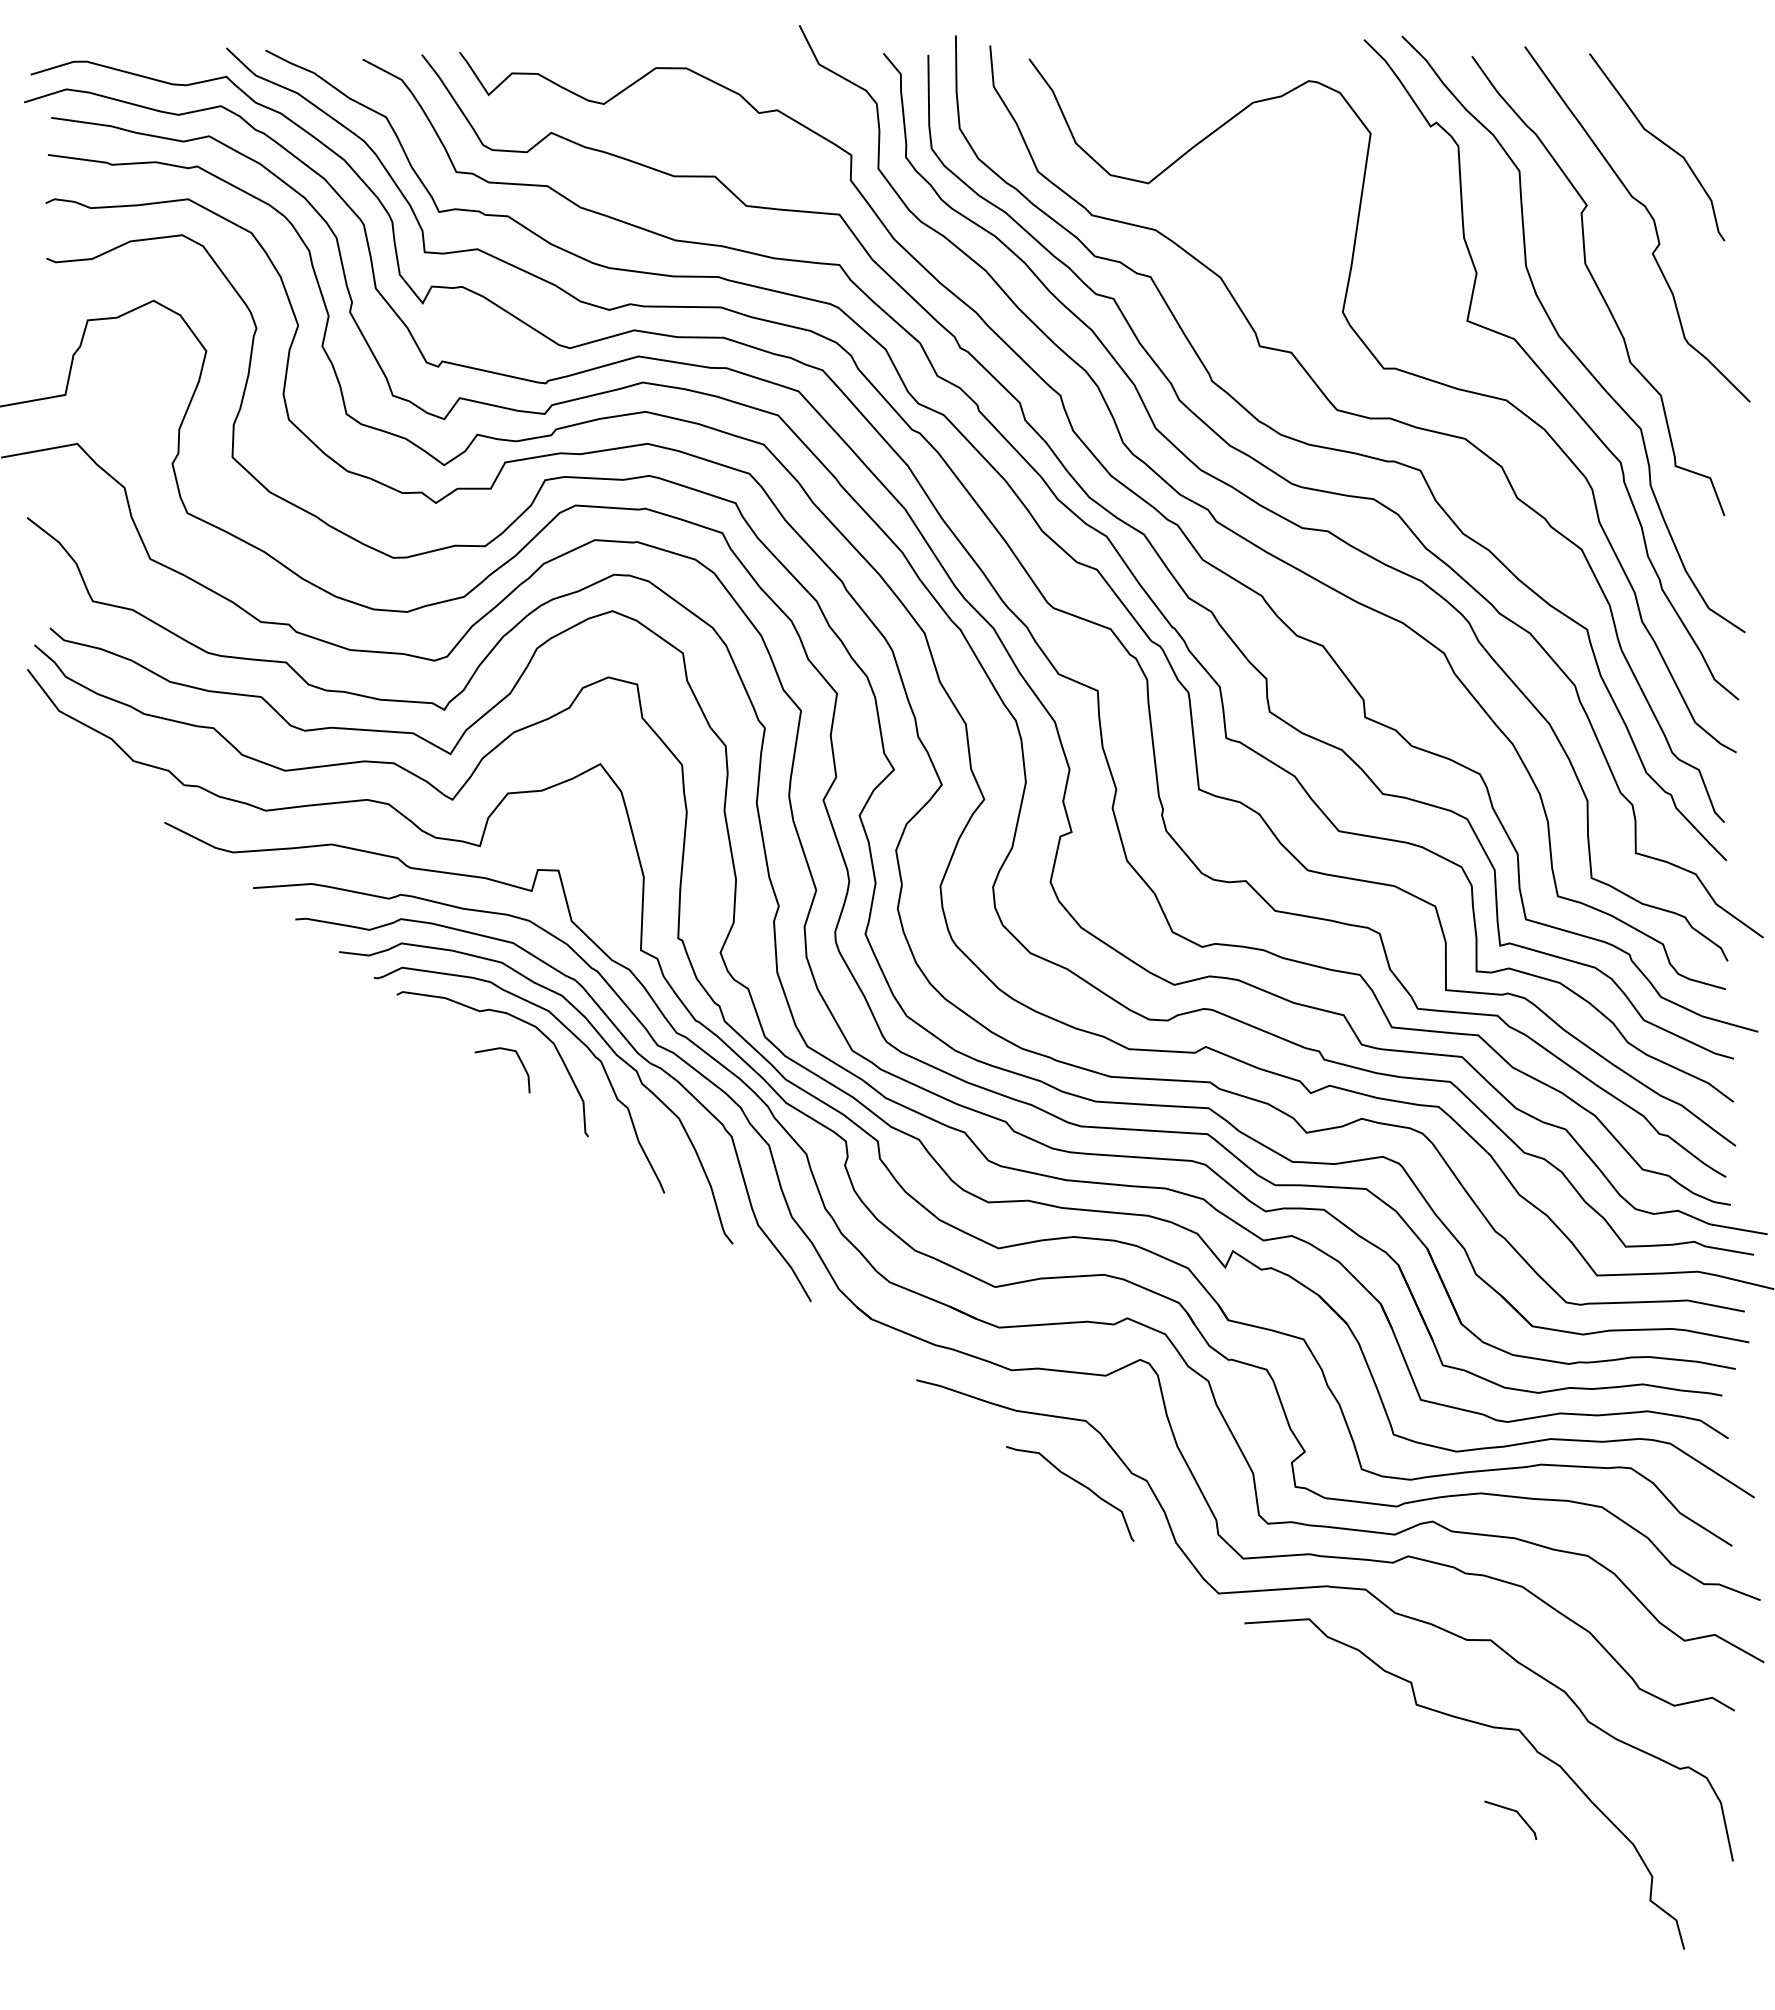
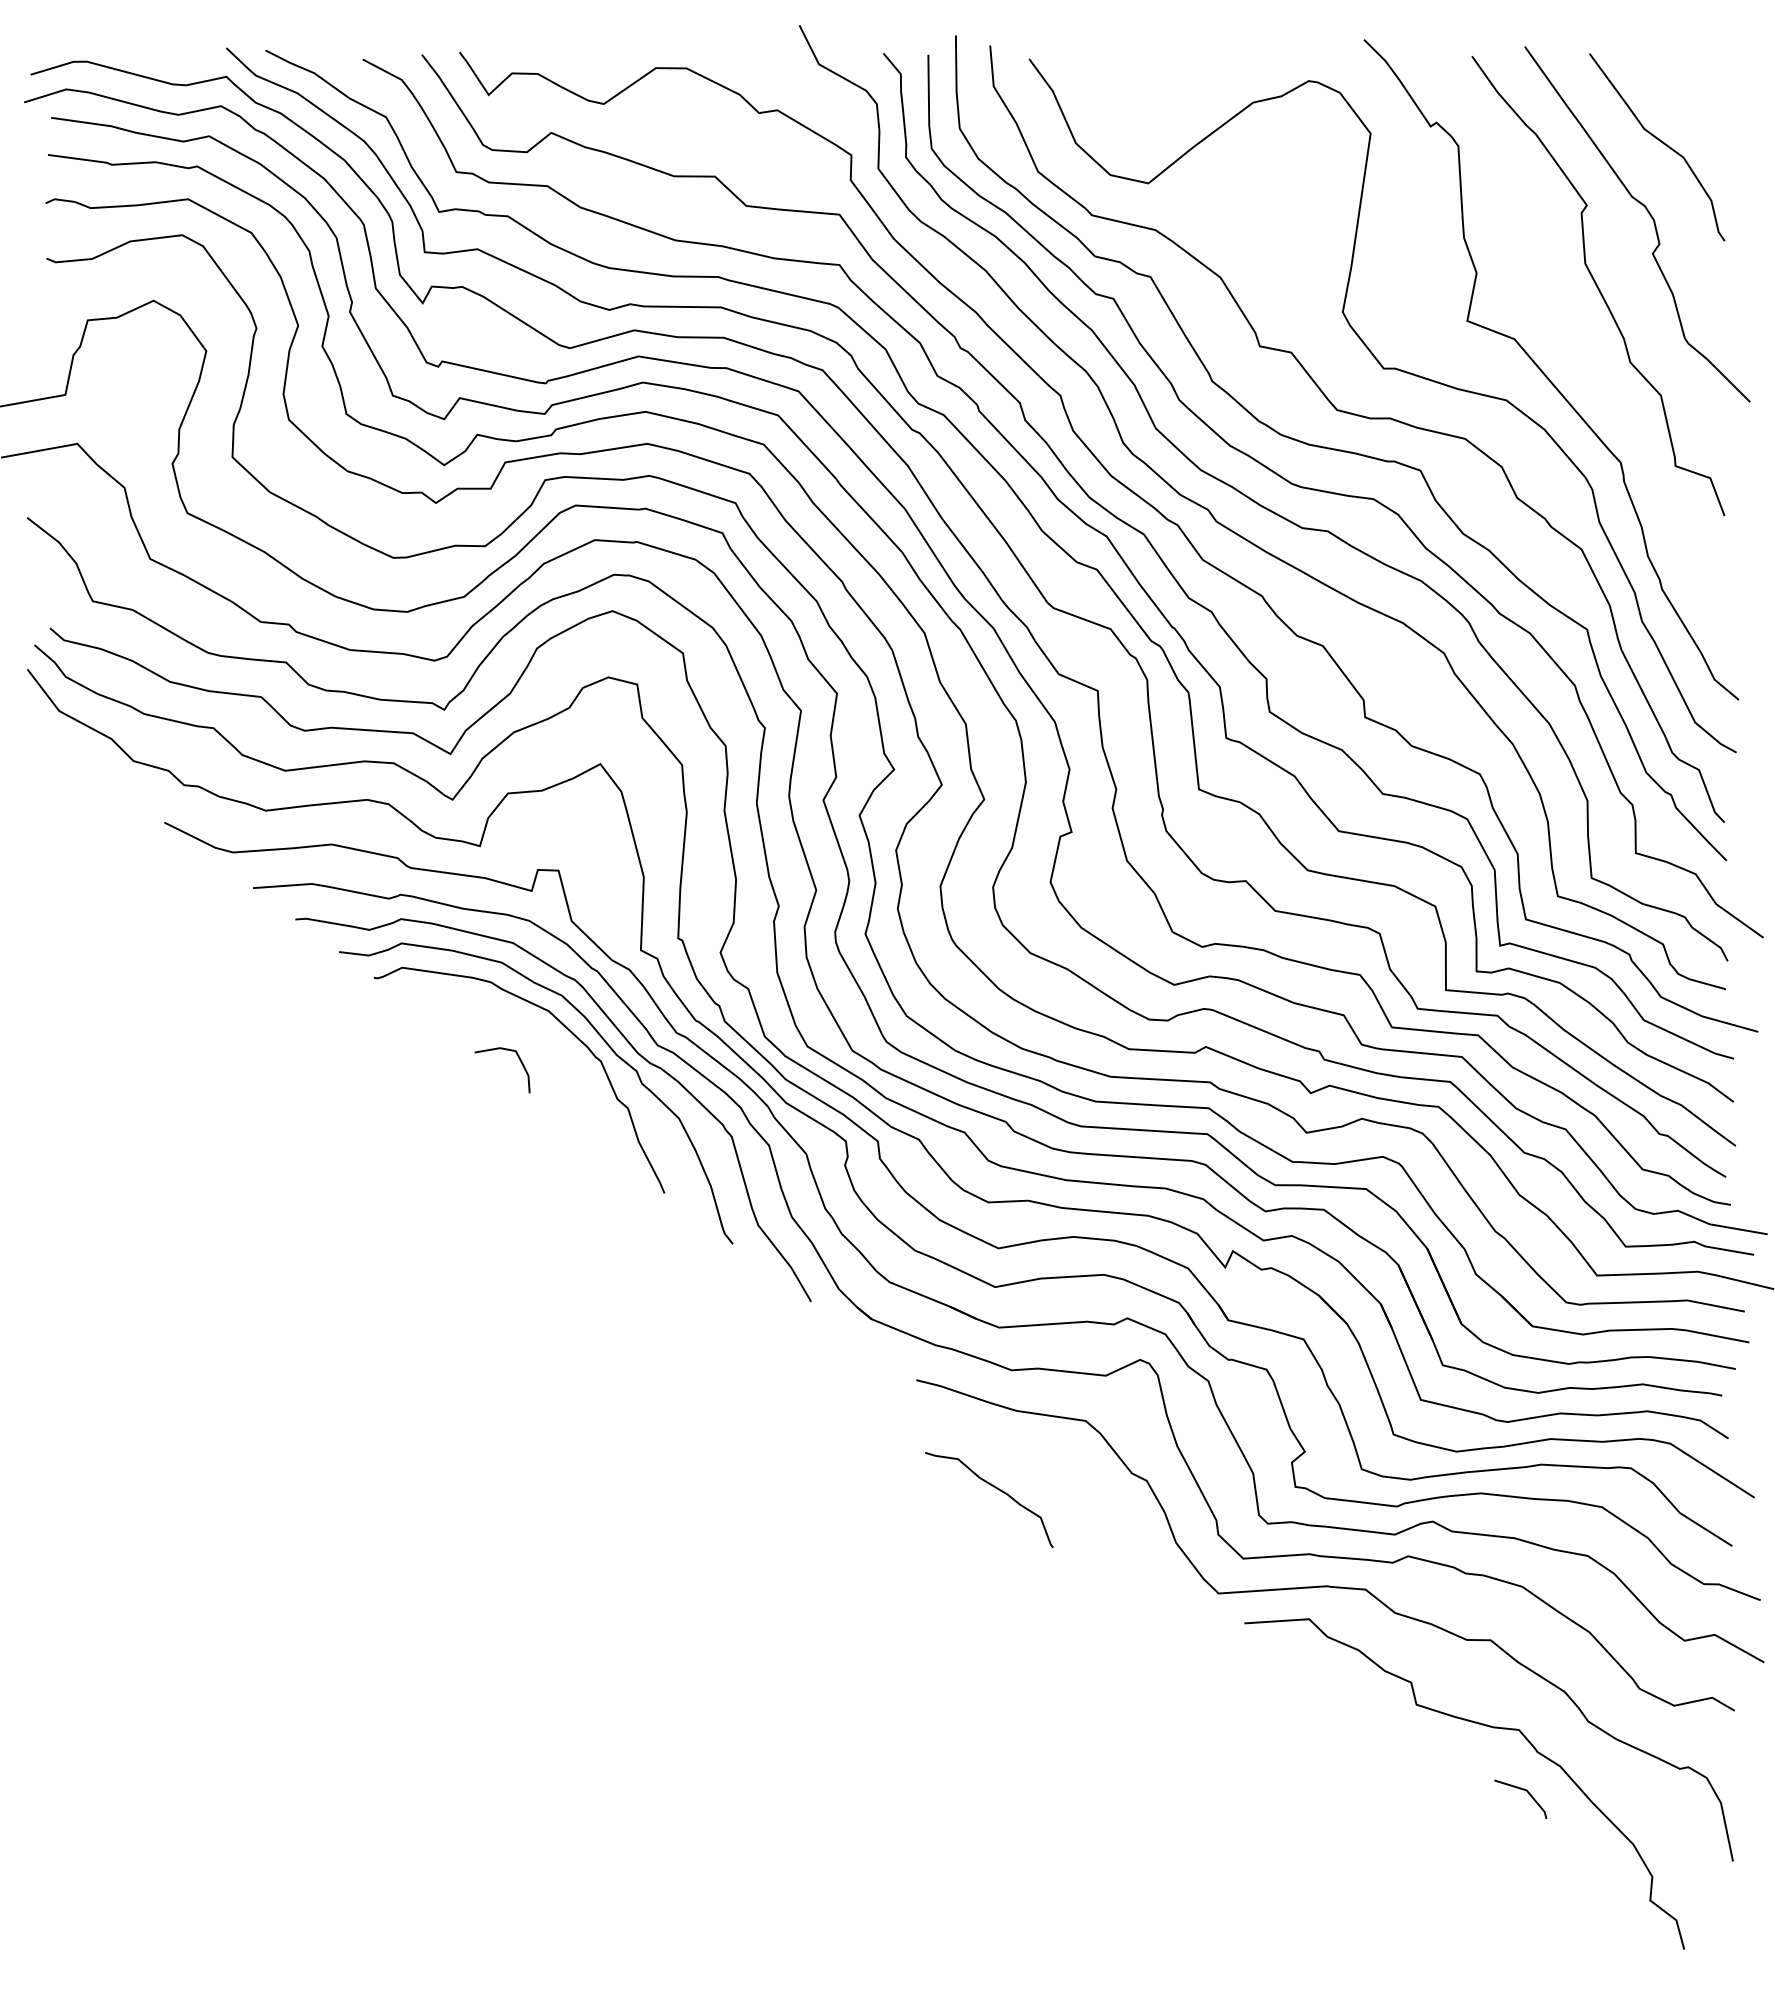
curve at (1564, 340): present -> none
curve at (515, 1018): present -> none
curve at (1076, 1482) position: (1076, 1482) -> (995, 1488)
line at (1513, 1811) position: (1513, 1811) -> (1523, 1790)
